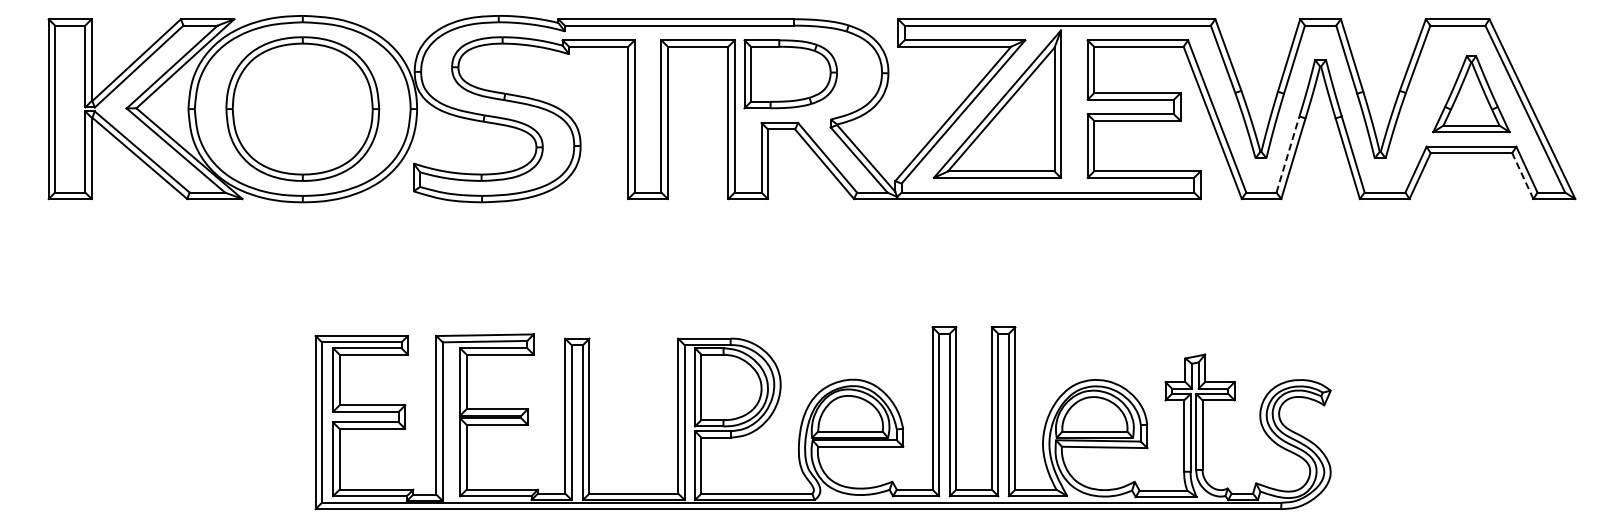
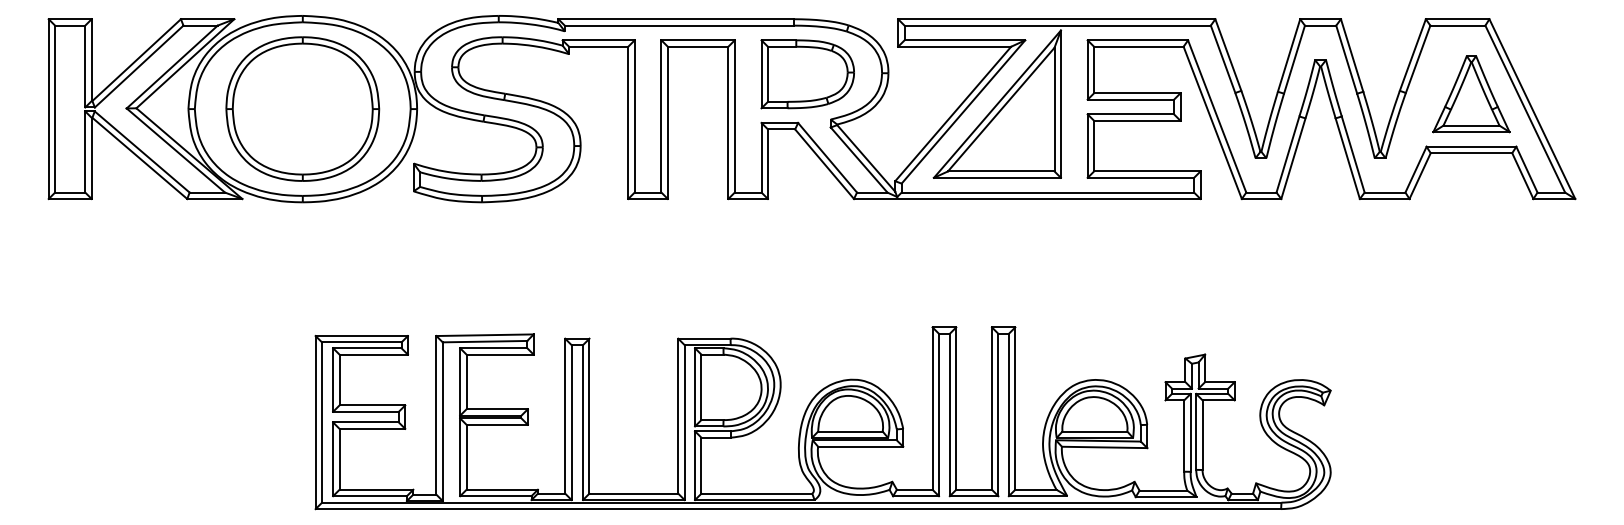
part at (790, 74) position: (790, 74) -> (807, 74)
line at (1287, 154): dashed -> solid
line at (1522, 175): dashed -> solid
